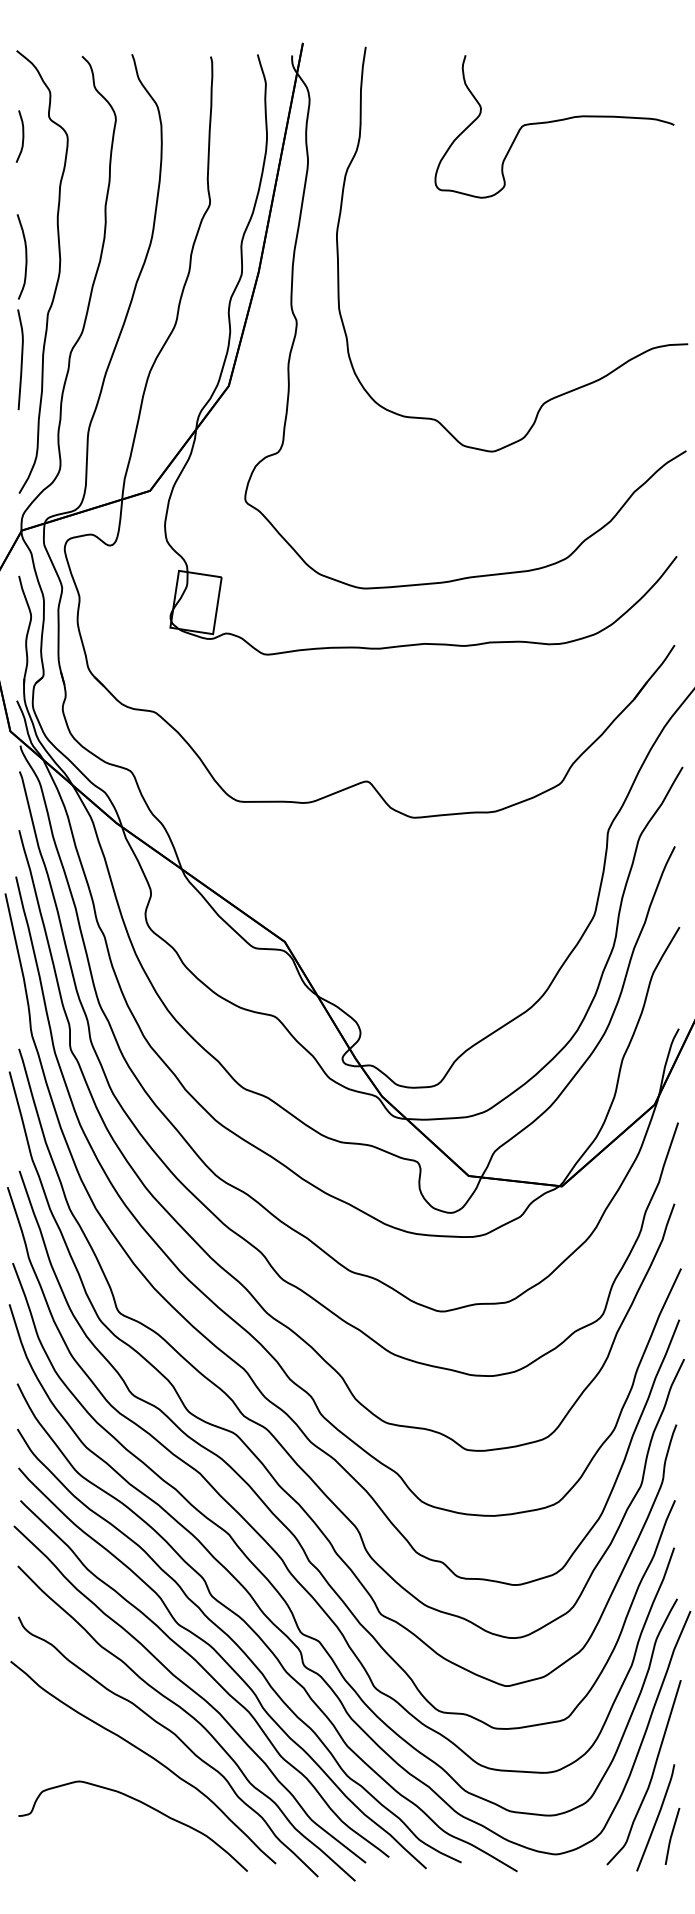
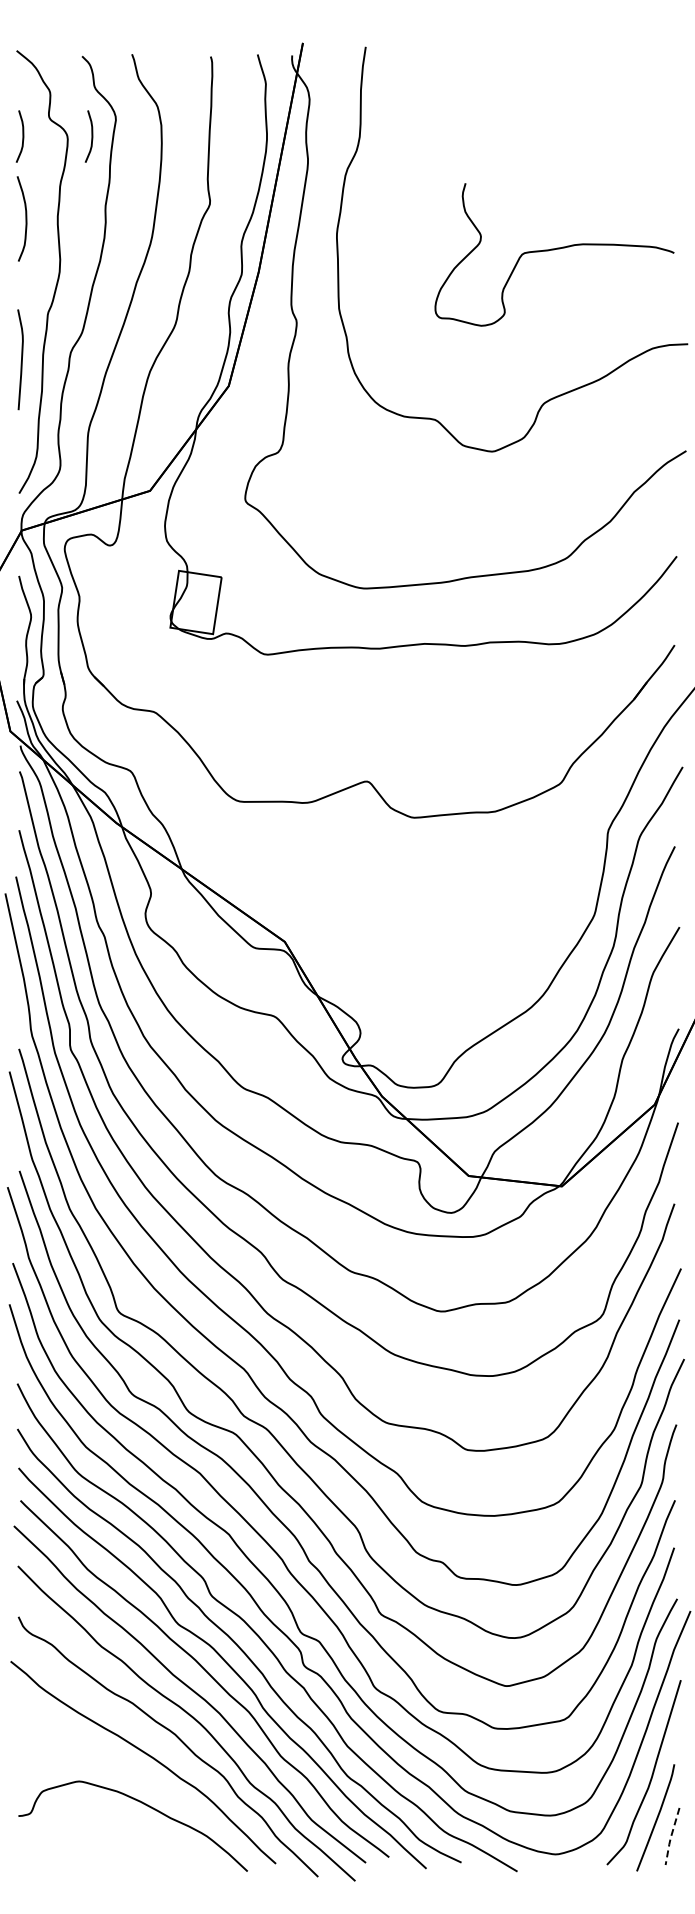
curve at (554, 122) position: (554, 122) -> (554, 250)
curve at (91, 136): none -> present
curve at (25, 256) position: (25, 256) -> (25, 218)
line at (670, 1838): solid -> dashed
